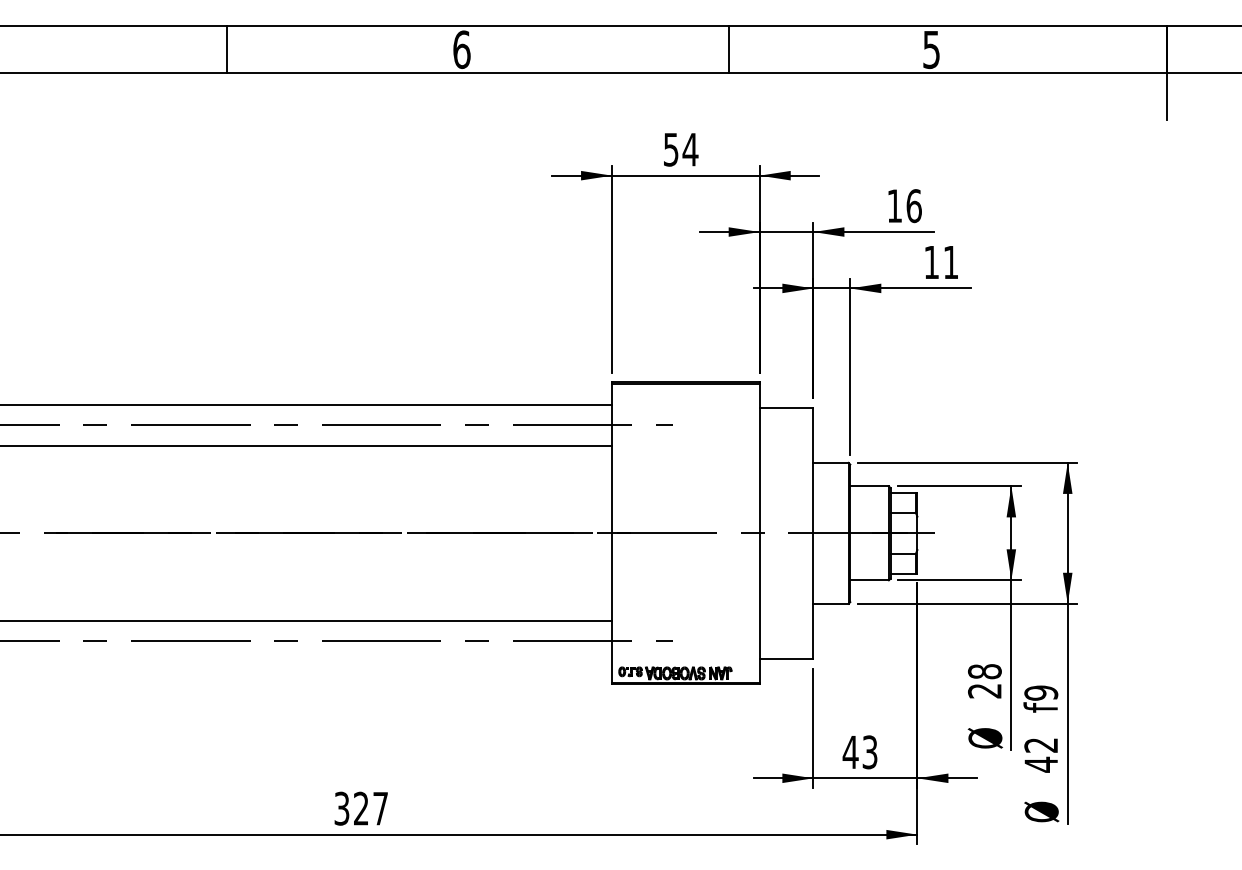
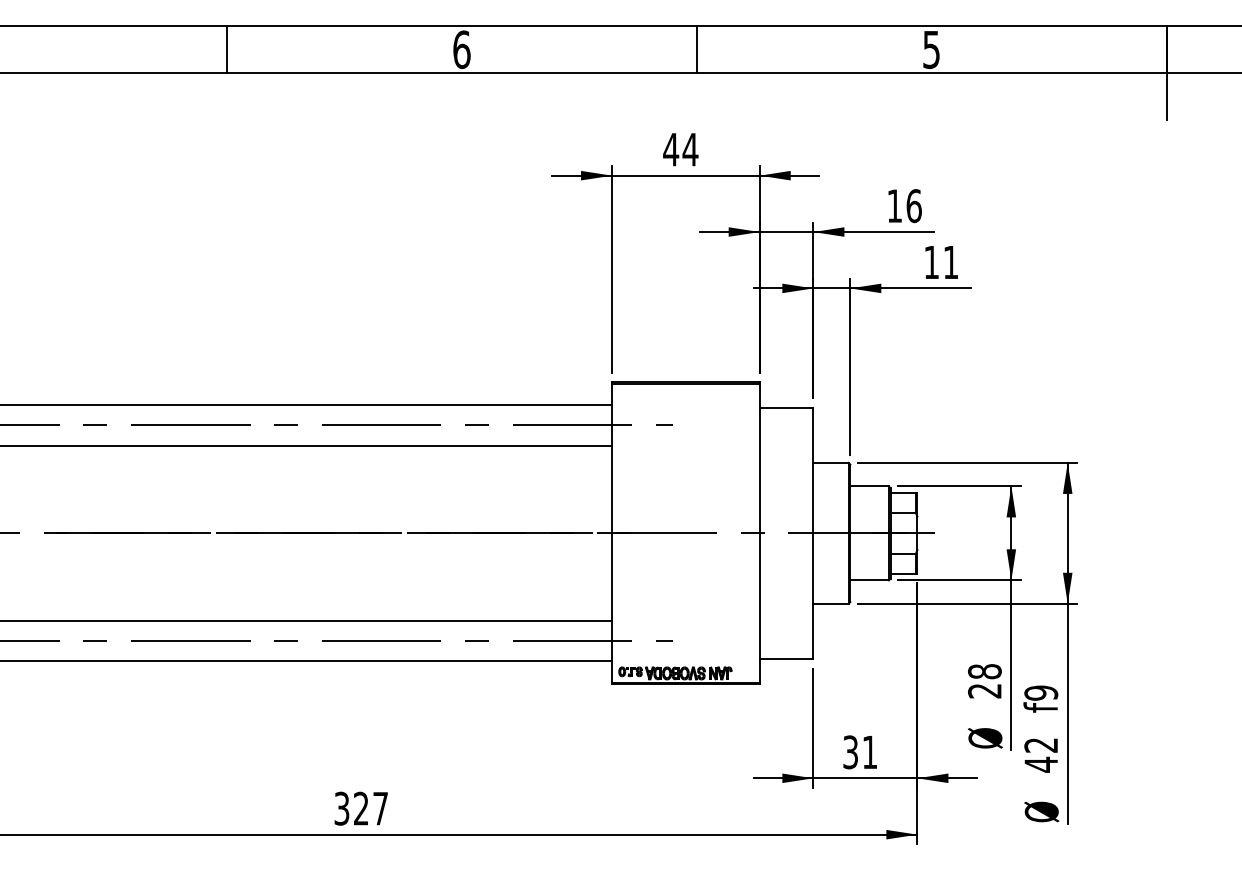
line at (729, 48) position: (729, 48) -> (697, 48)
text at (671, 149): 54 -> 44
line at (307, 661): none -> present
text at (859, 752): 43 -> 31
